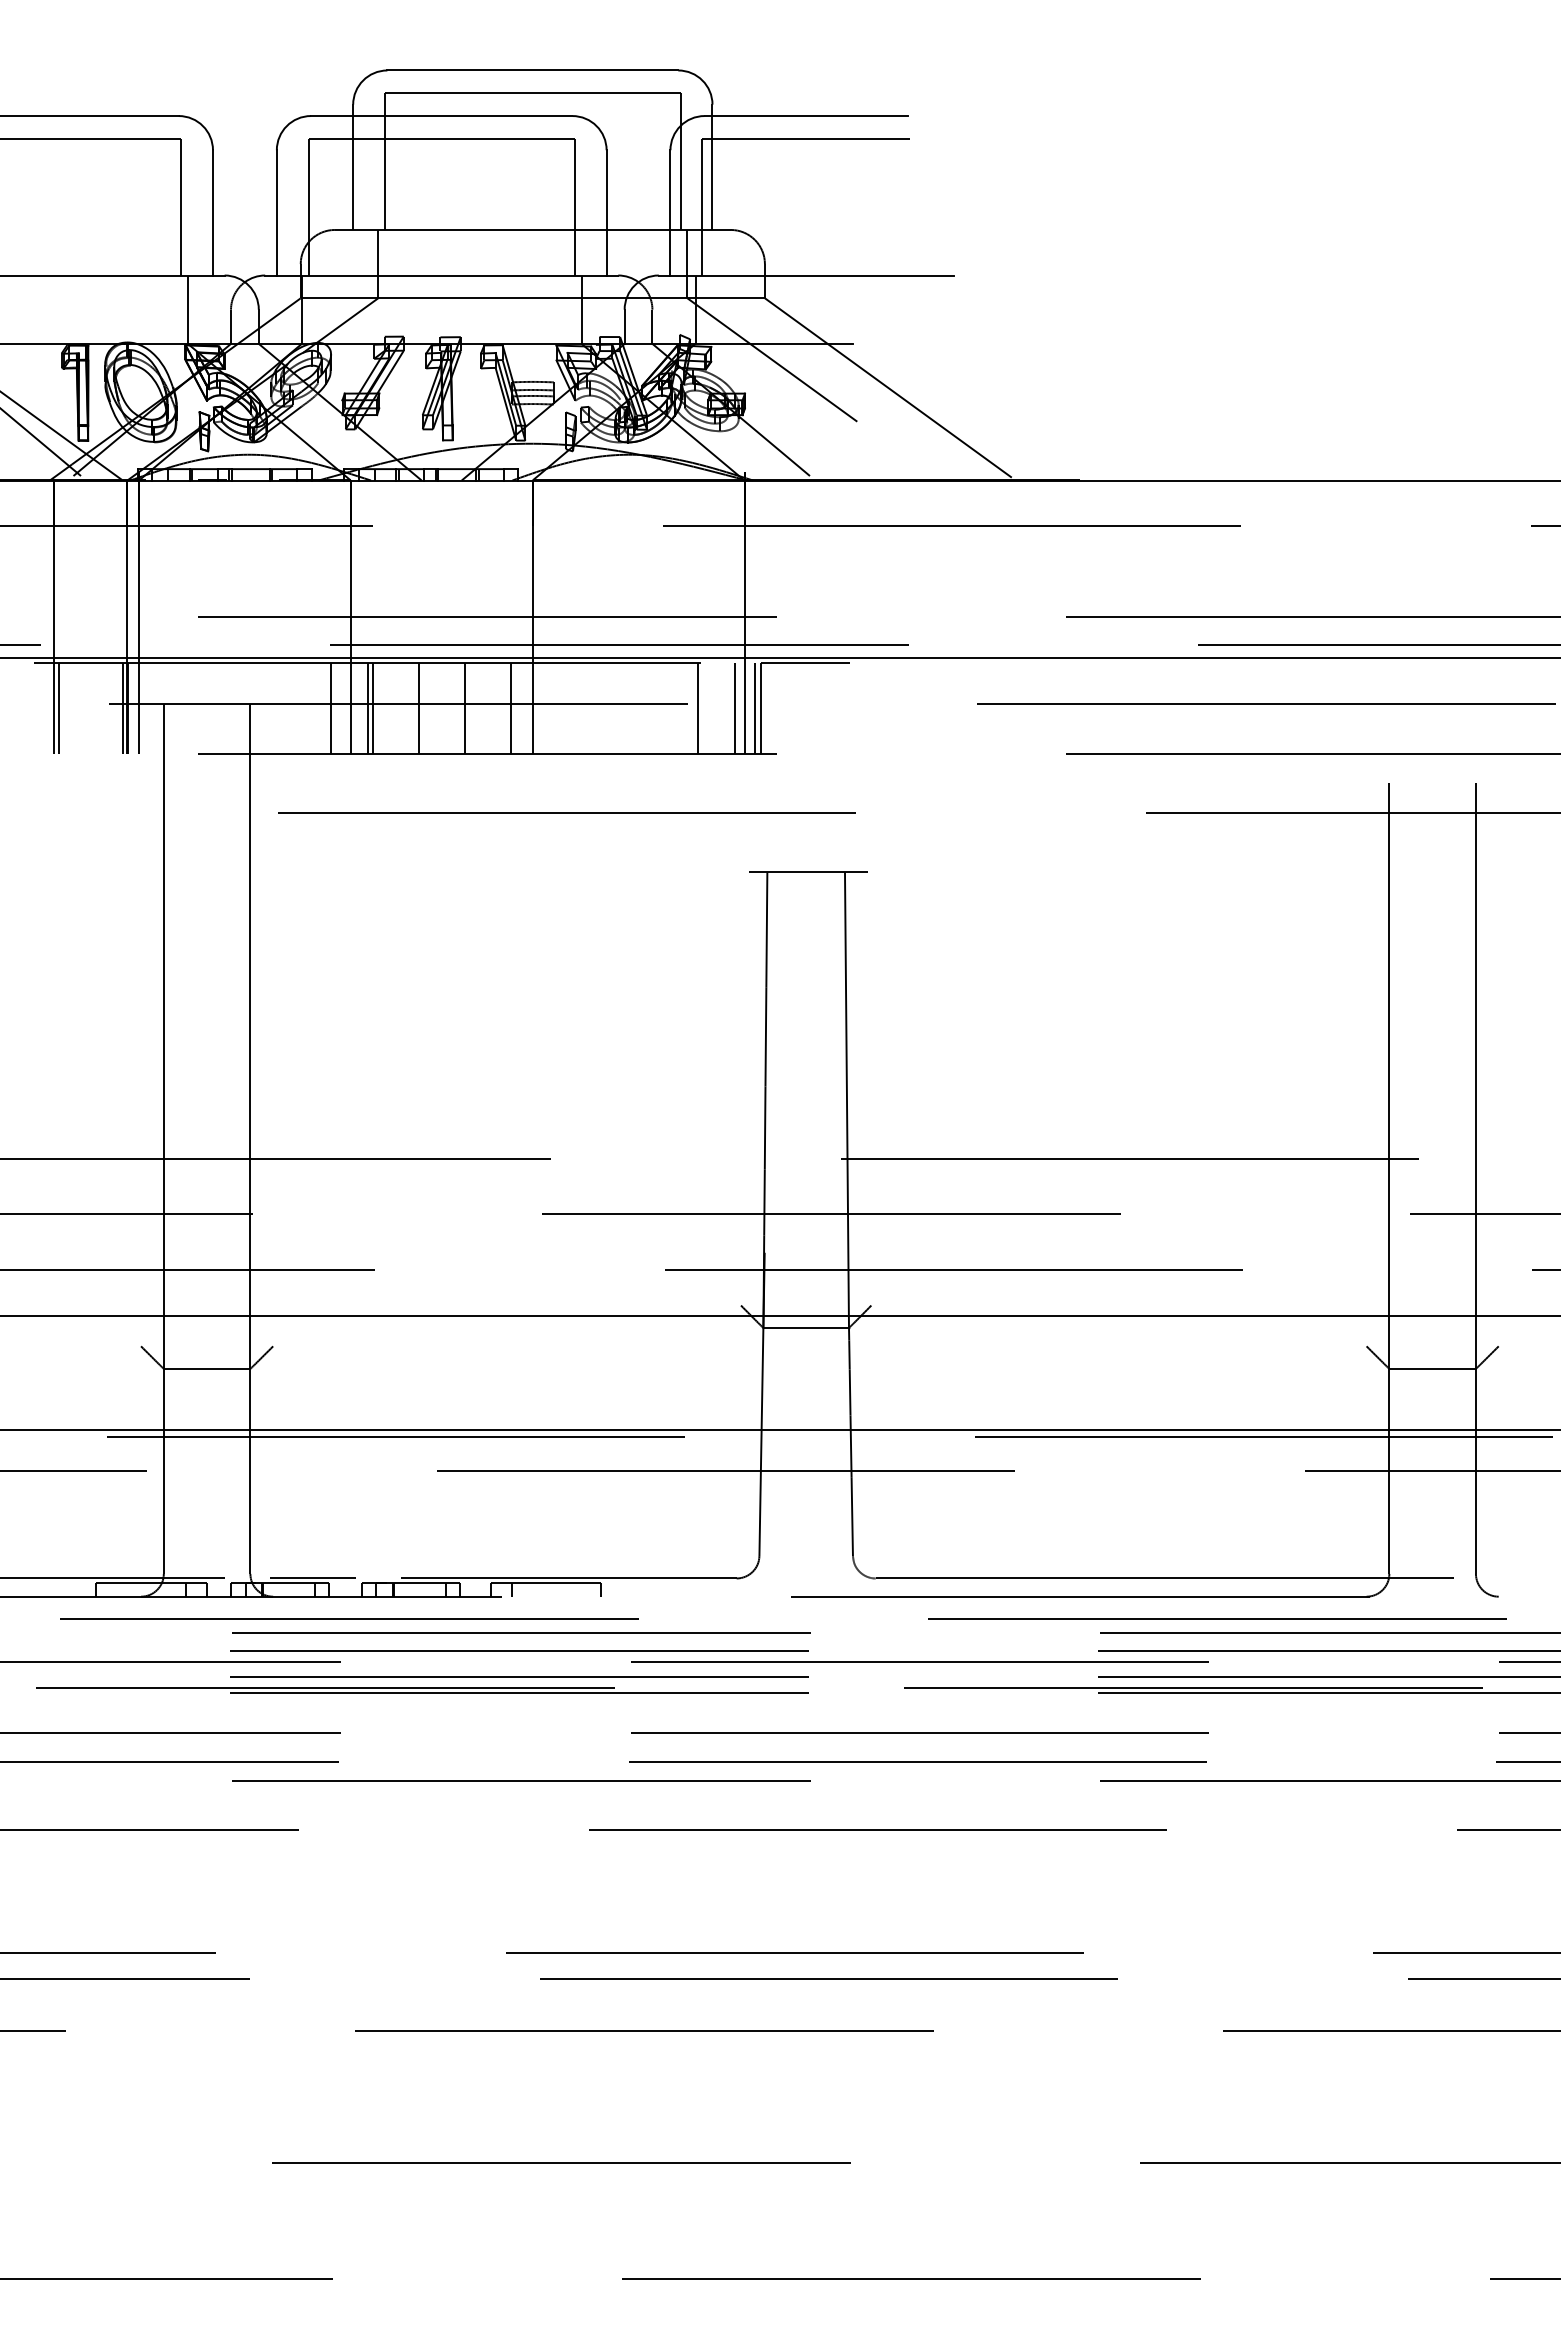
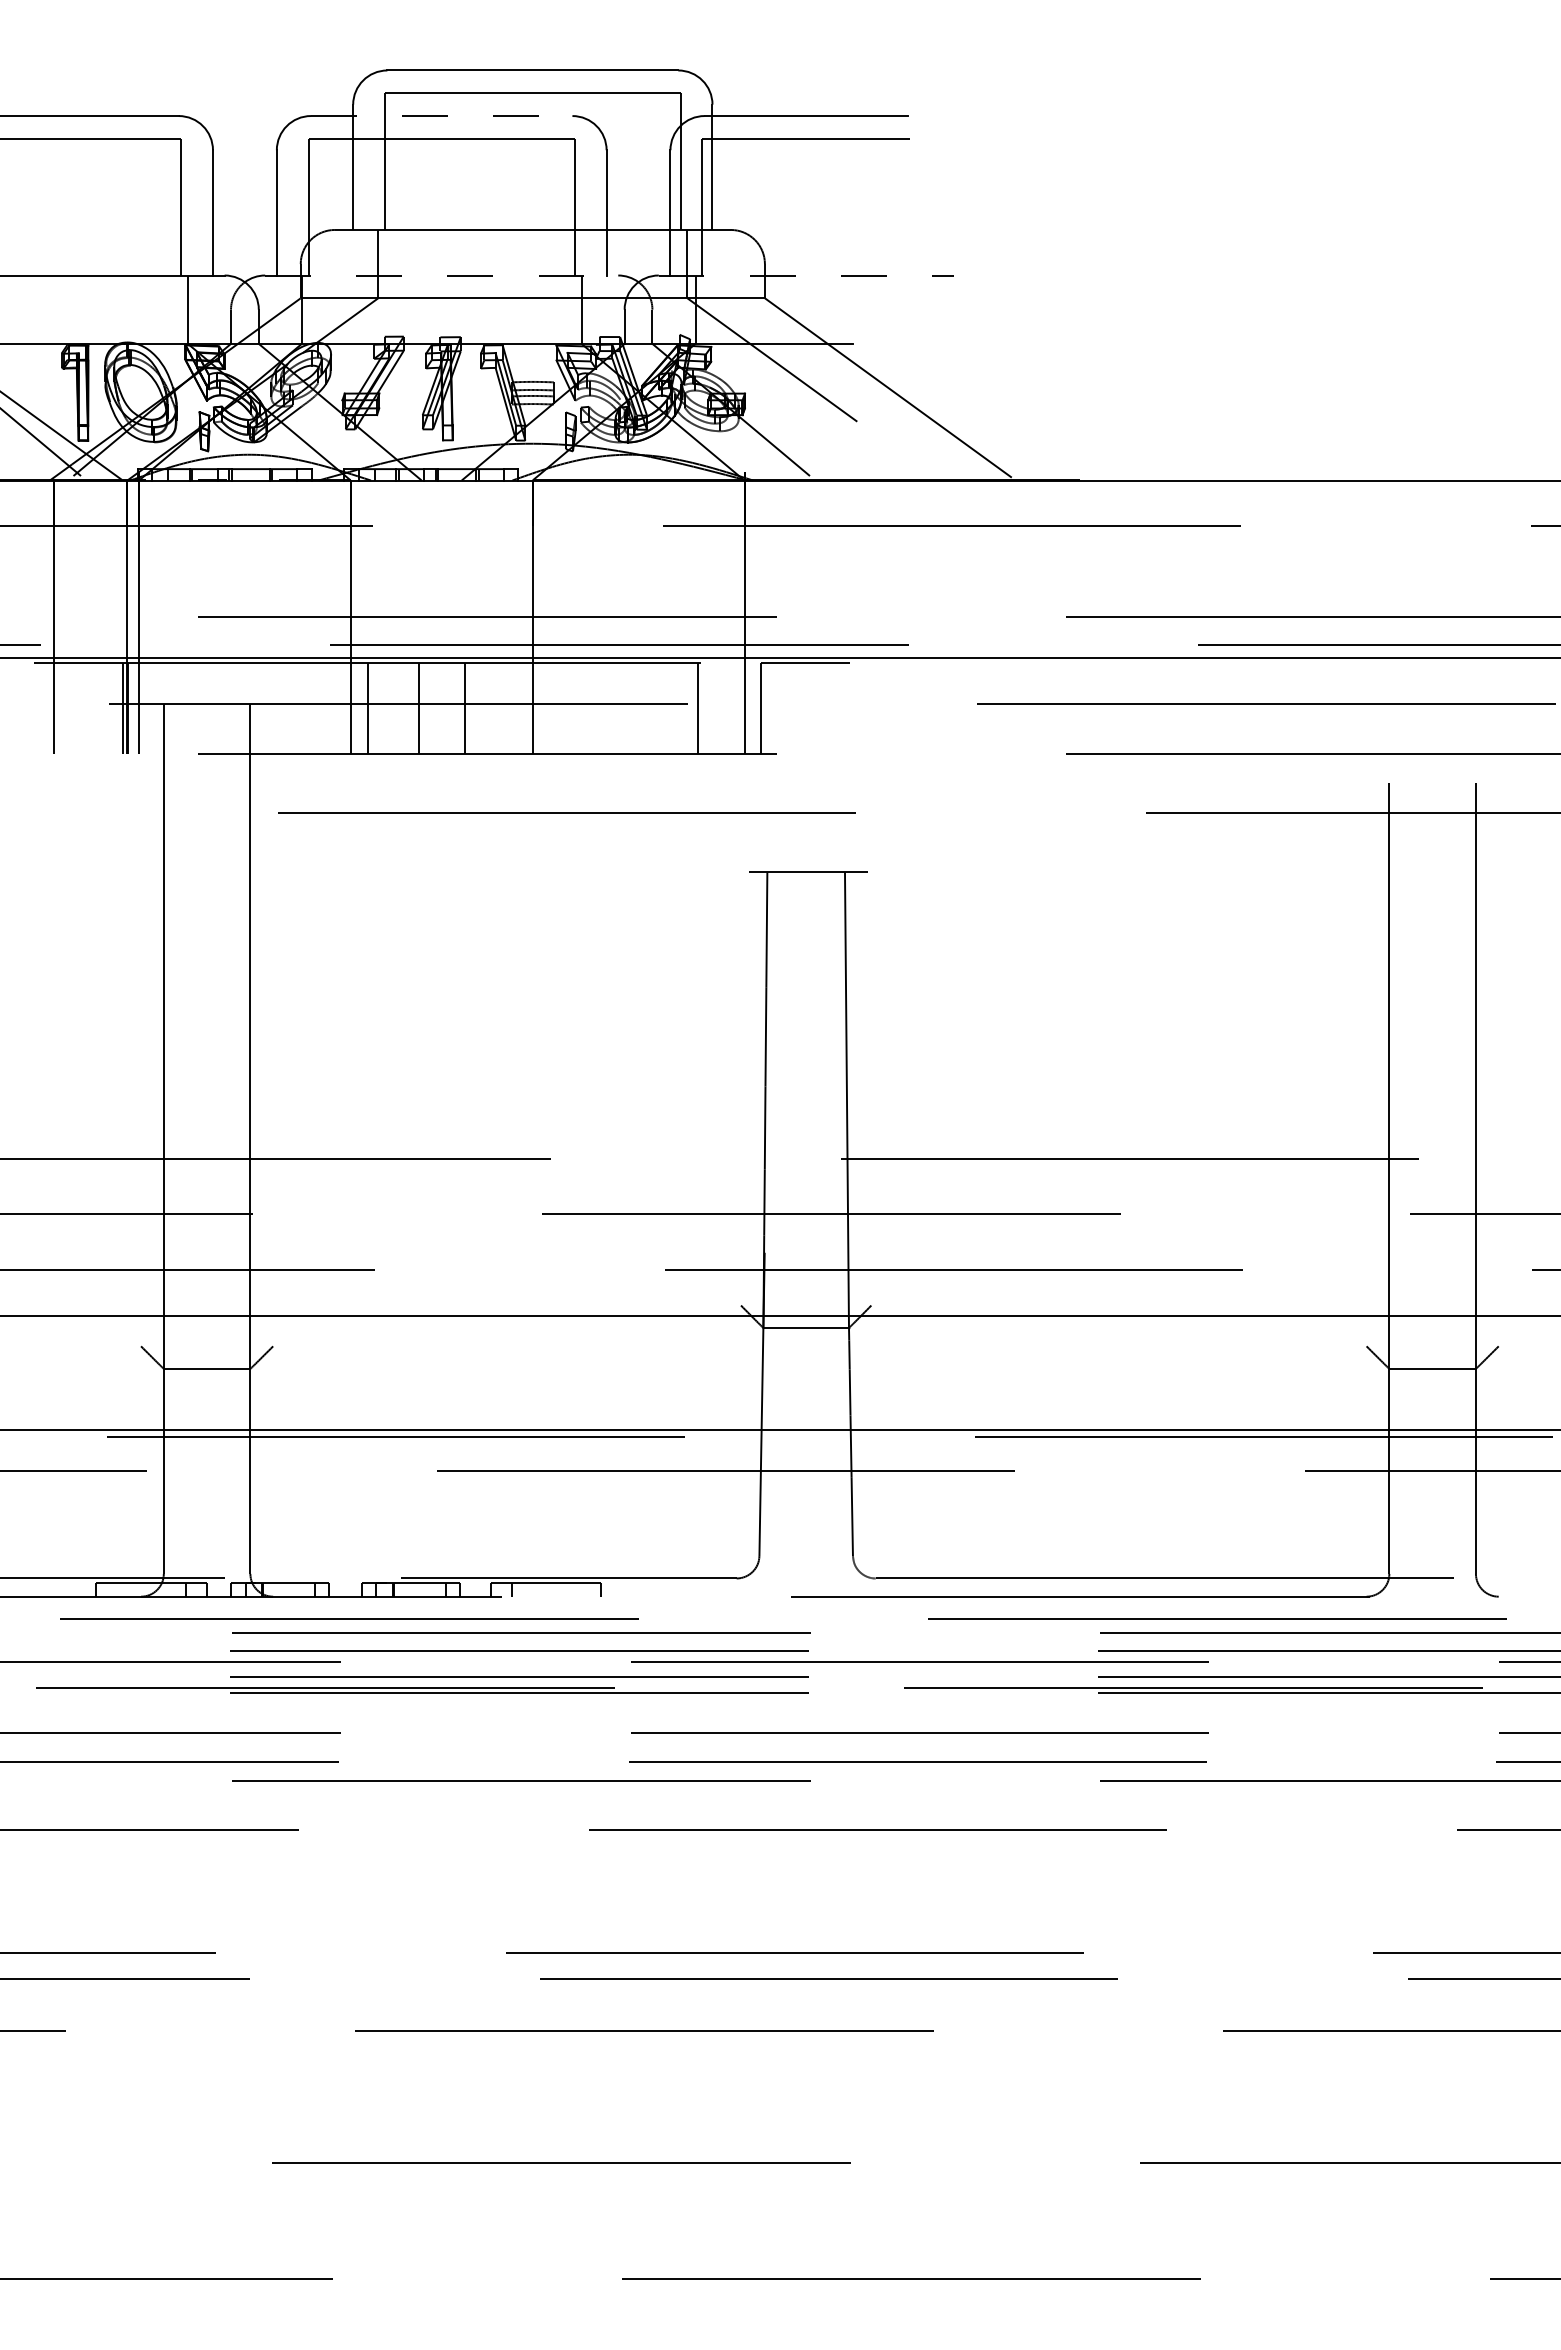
line at (441, 116): solid -> dashed
line at (441, 275): solid -> dashed
line at (806, 275): solid -> dashed
line at (59, 707): present -> none
line at (330, 707): present -> none
line at (372, 707): present -> none
line at (510, 707): present -> none
line at (735, 707): present -> none
line at (755, 707): present -> none
line at (312, 1578): present -> none
